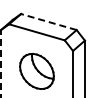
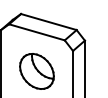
line at (48, 22): dashed -> solid
line at (0, 63): dashed -> solid
